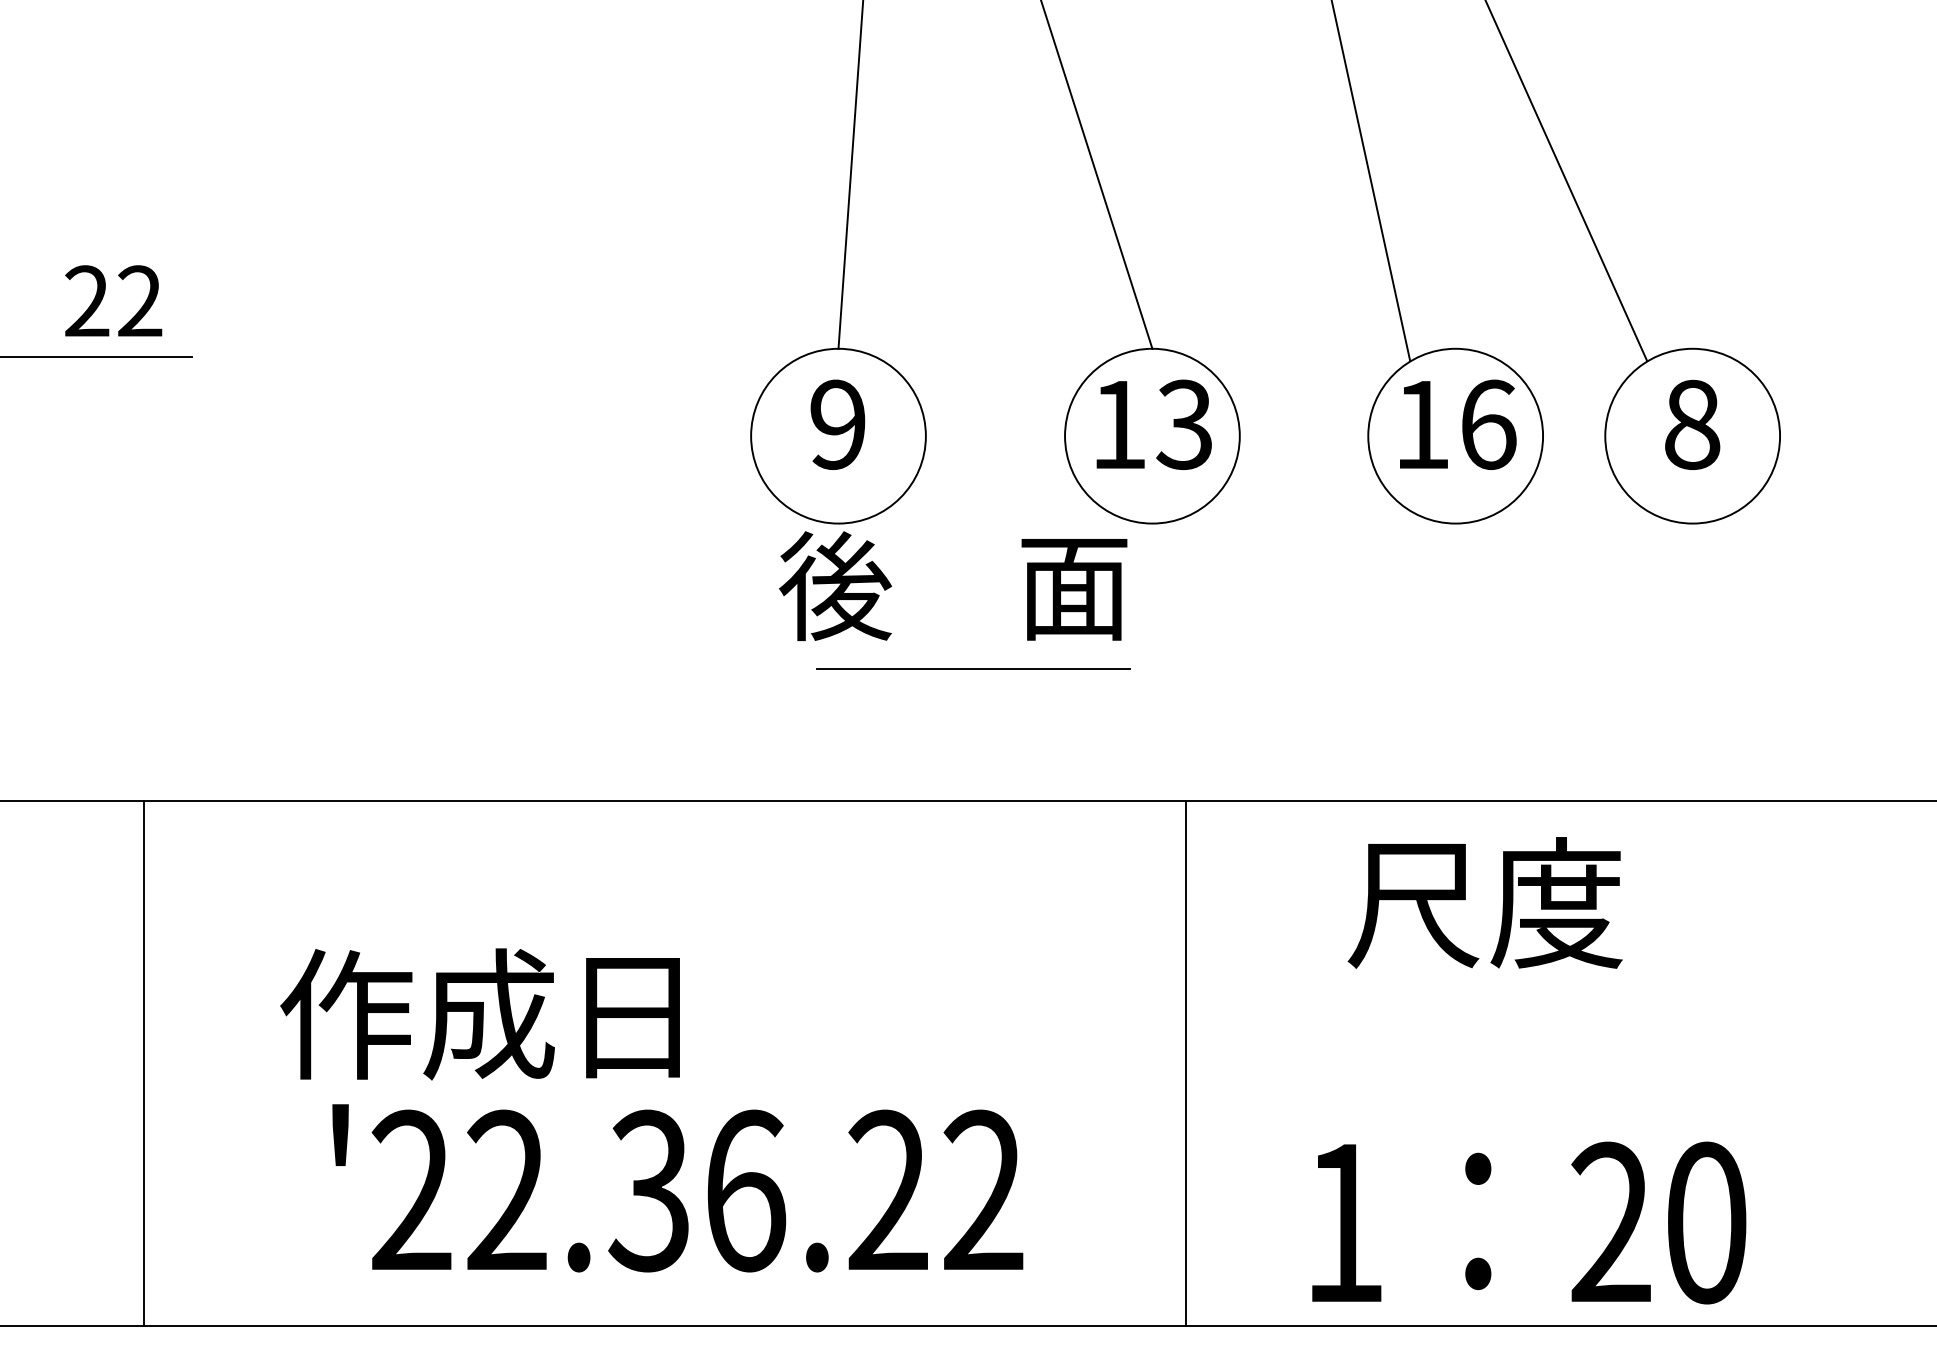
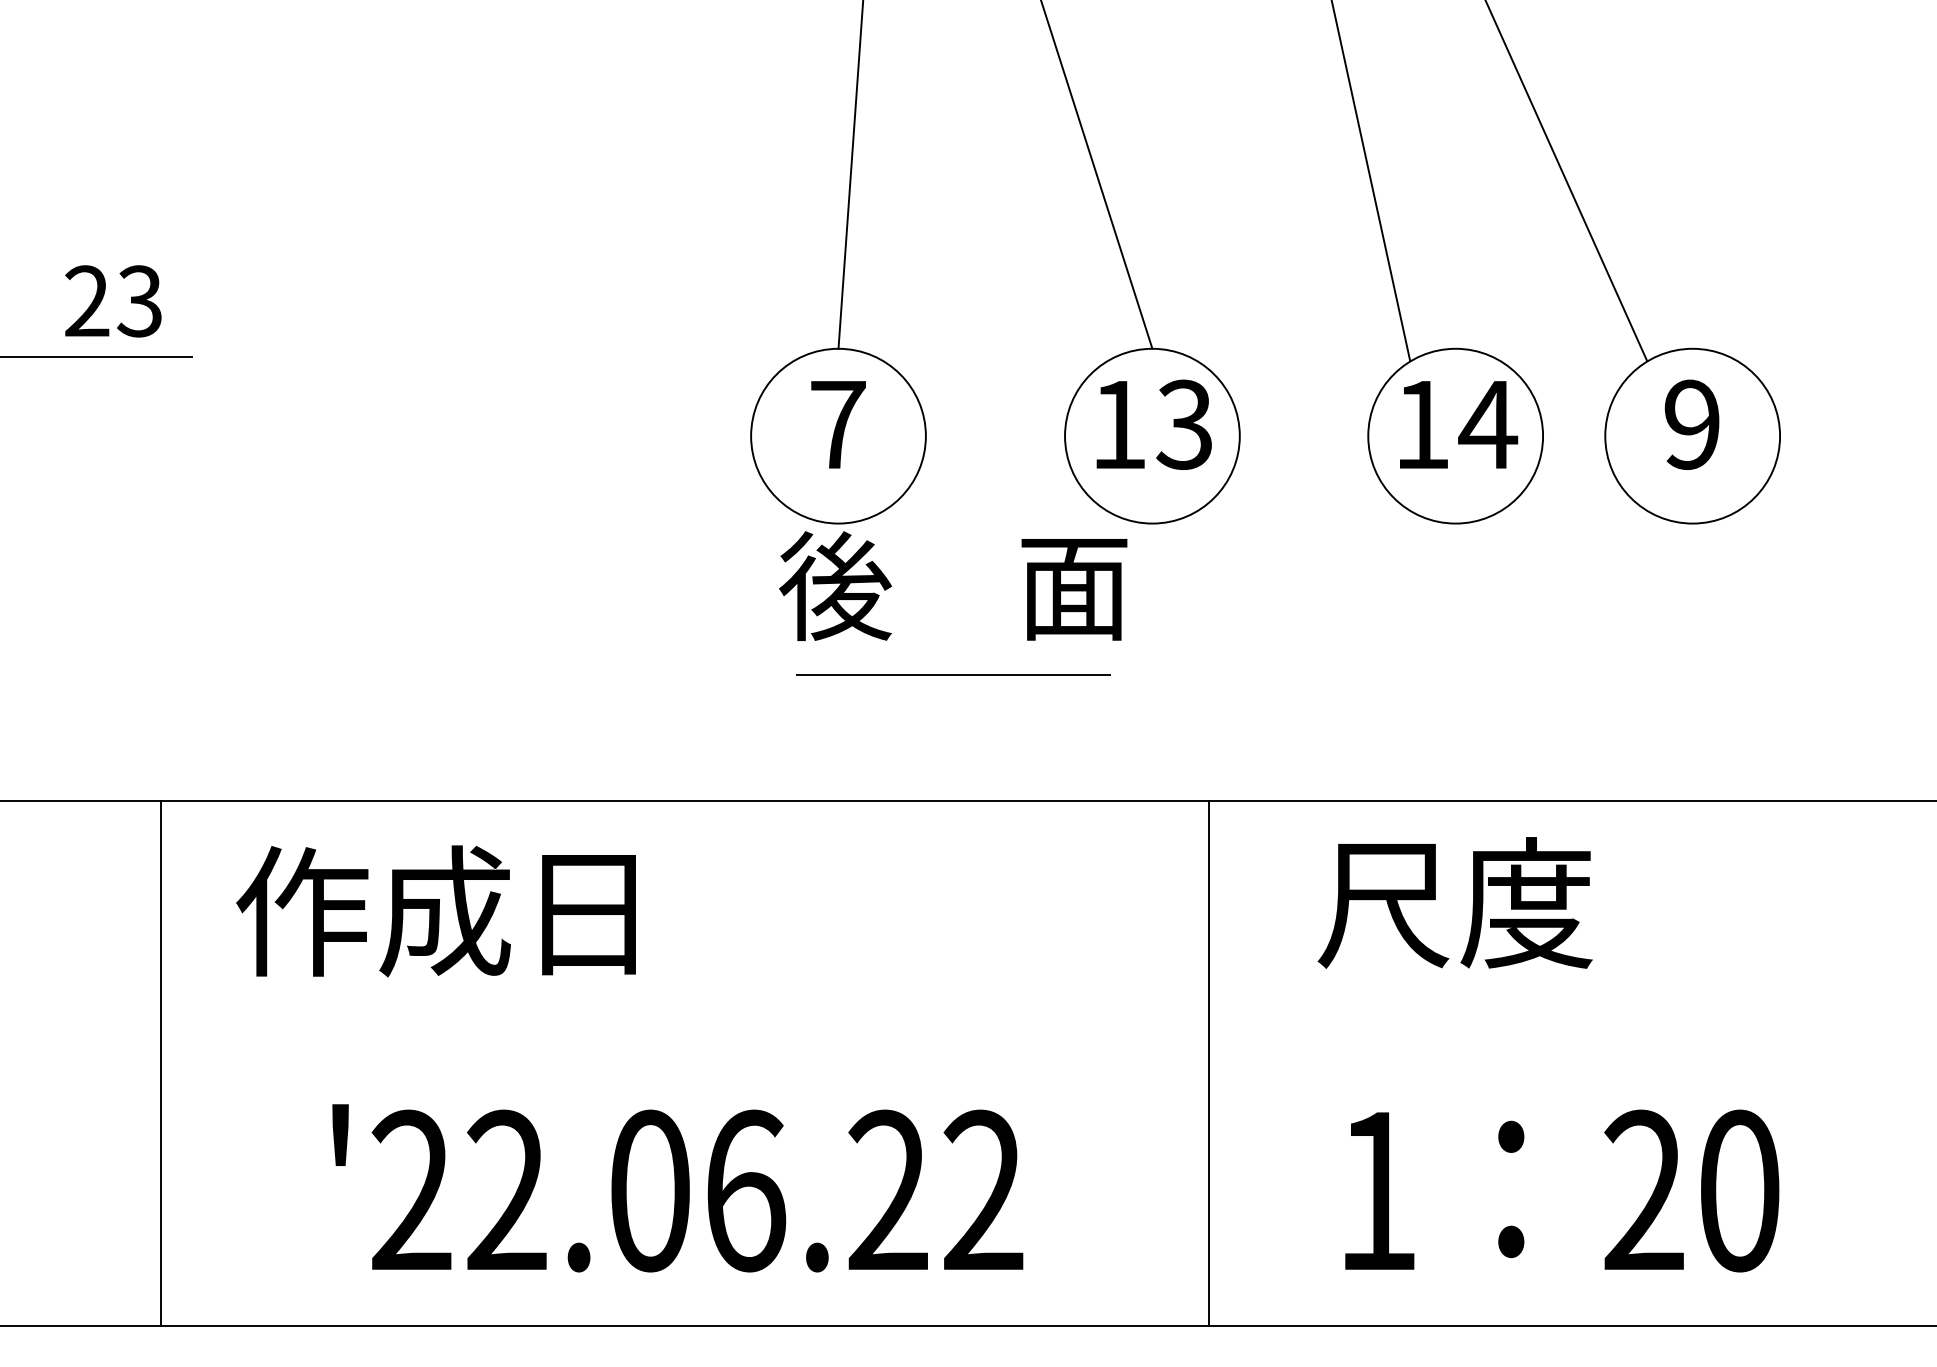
text at (139, 301): 22 -> 23
text at (837, 424): 9 -> 7
text at (1488, 424): 16 -> 14
text at (1692, 424): 8 -> 9
line at (973, 668) position: (973, 668) -> (953, 674)
text at (1484, 902) position: (1484, 902) -> (1454, 902)
text at (479, 1014) position: (479, 1014) -> (435, 911)
line at (143, 1063) position: (143, 1063) -> (160, 1063)
line at (1186, 1063) position: (1186, 1063) -> (1209, 1063)
text at (648, 1190): '22.36.22 -> '22.06.22
text at (1529, 1222) position: (1529, 1222) -> (1562, 1190)
